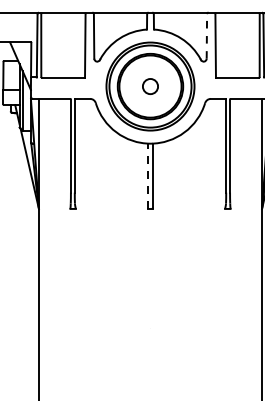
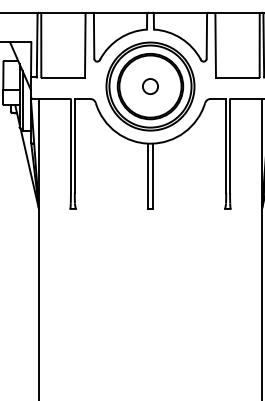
line at (206, 35): dashed -> solid
line at (148, 176): dashed -> solid
